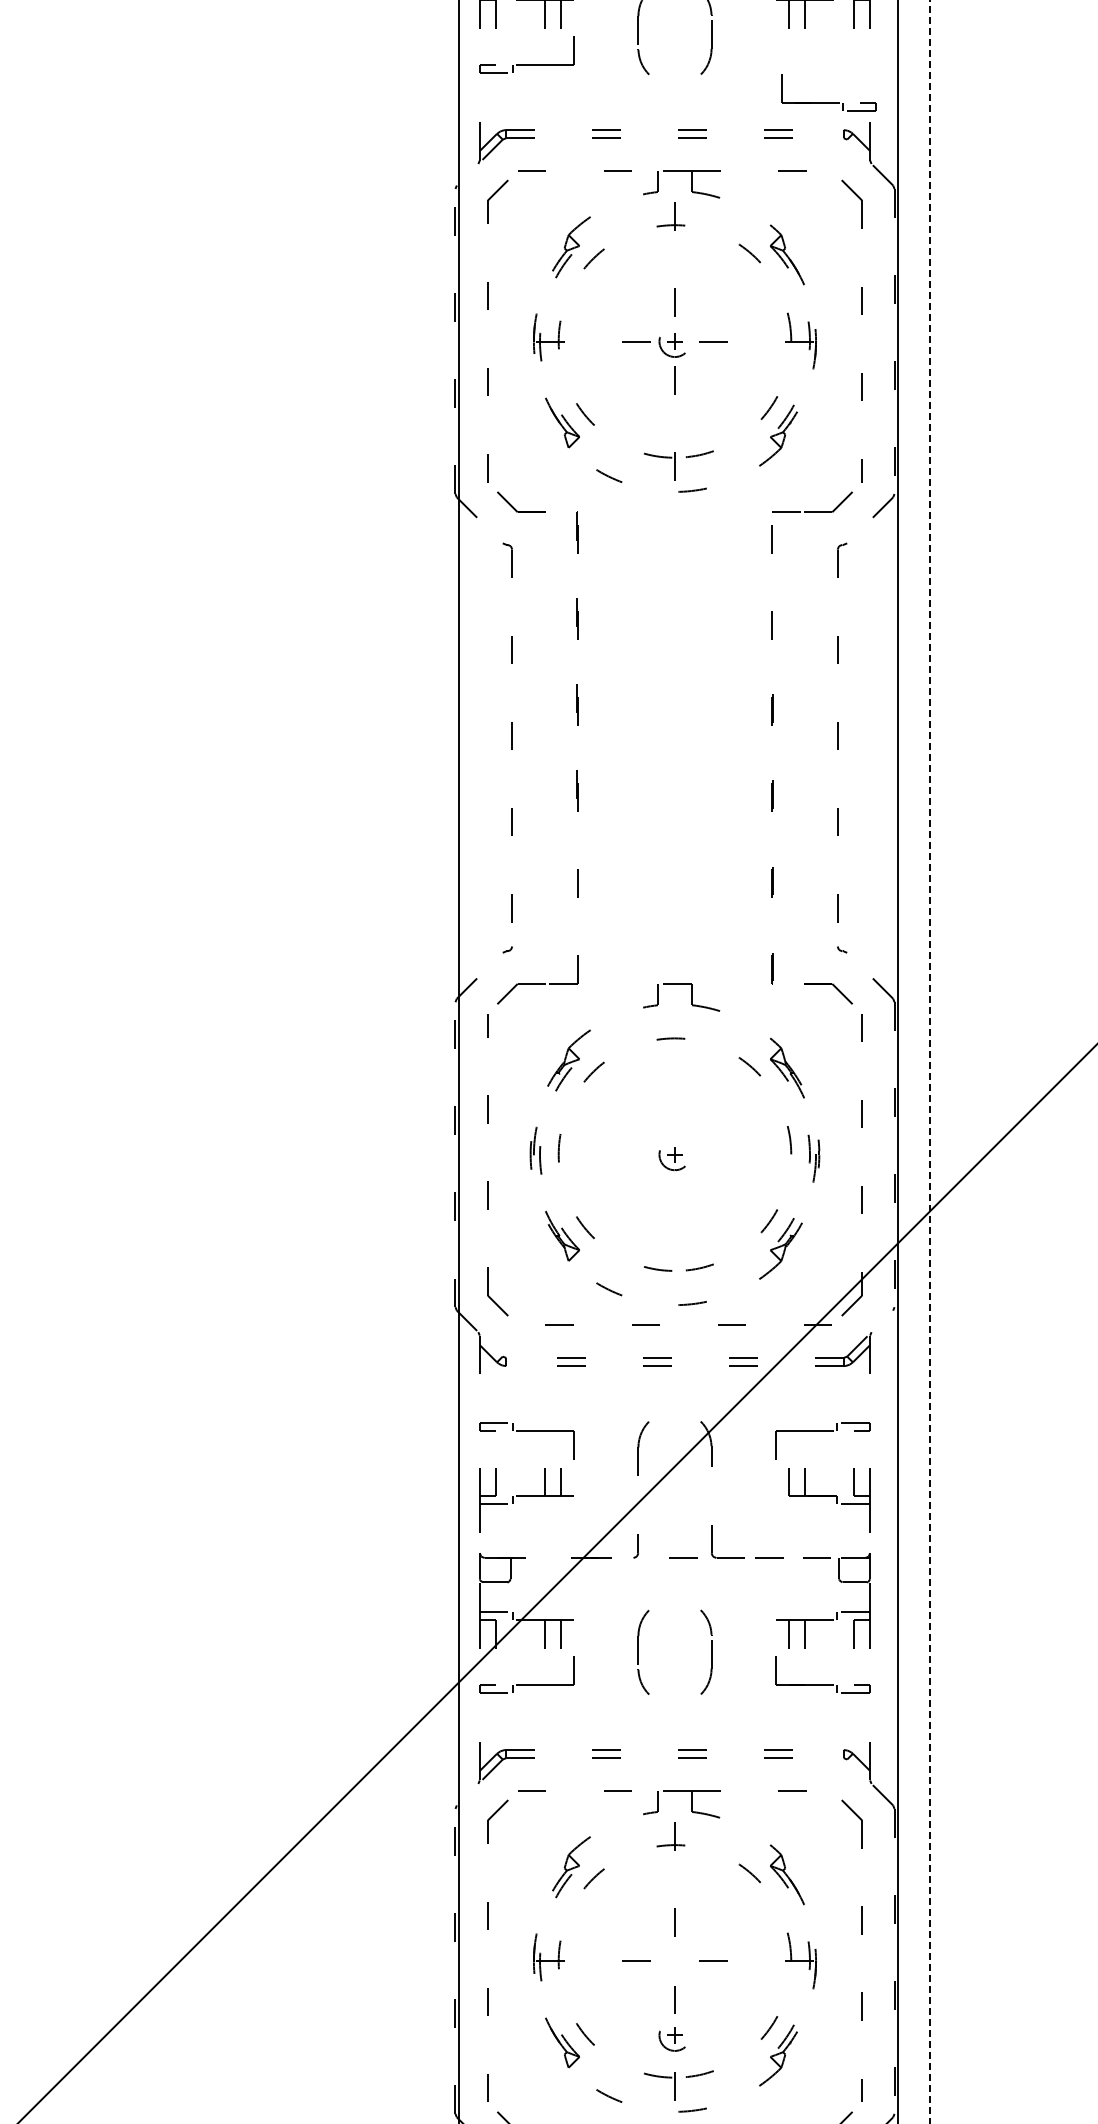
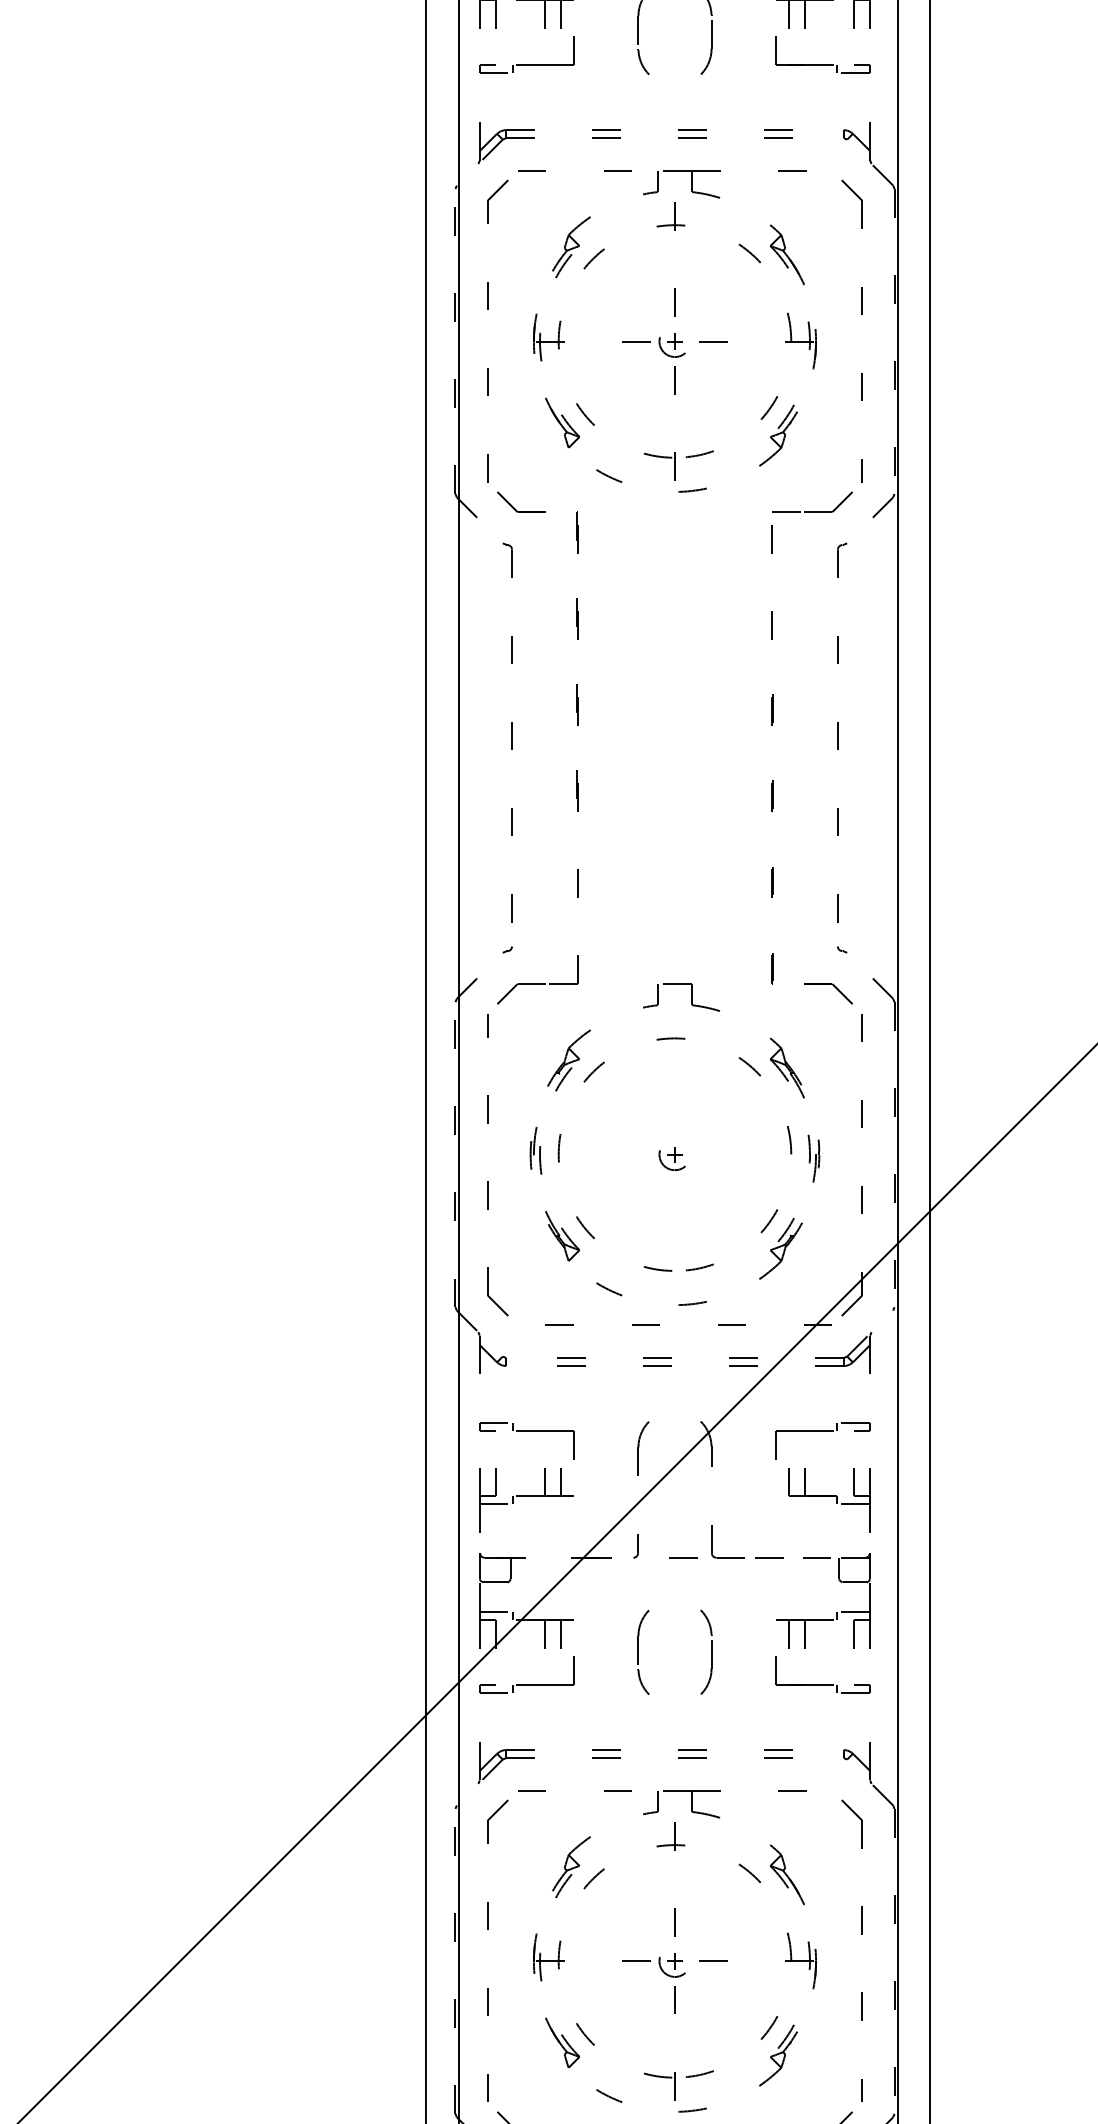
part at (828, 102) position: (828, 102) -> (822, 64)
line at (425, 1061): none -> present
line at (930, 1062): dashed -> solid
part at (671, 2039) position: (671, 2039) -> (671, 1965)
